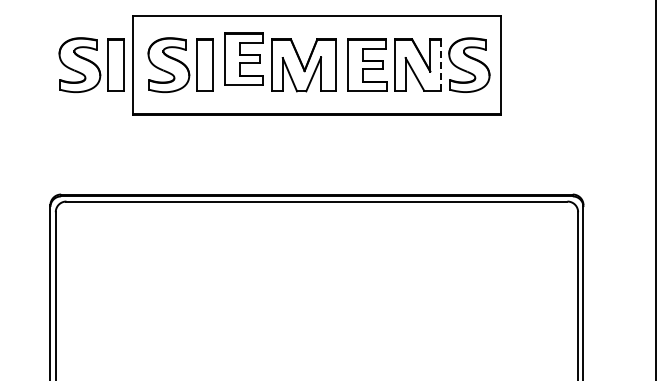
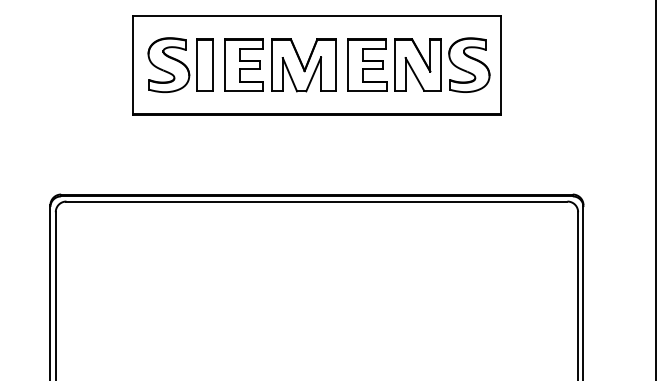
part at (243, 58) position: (243, 58) -> (243, 64)
part at (91, 64): present -> none
line at (441, 65): dashed -> solid
